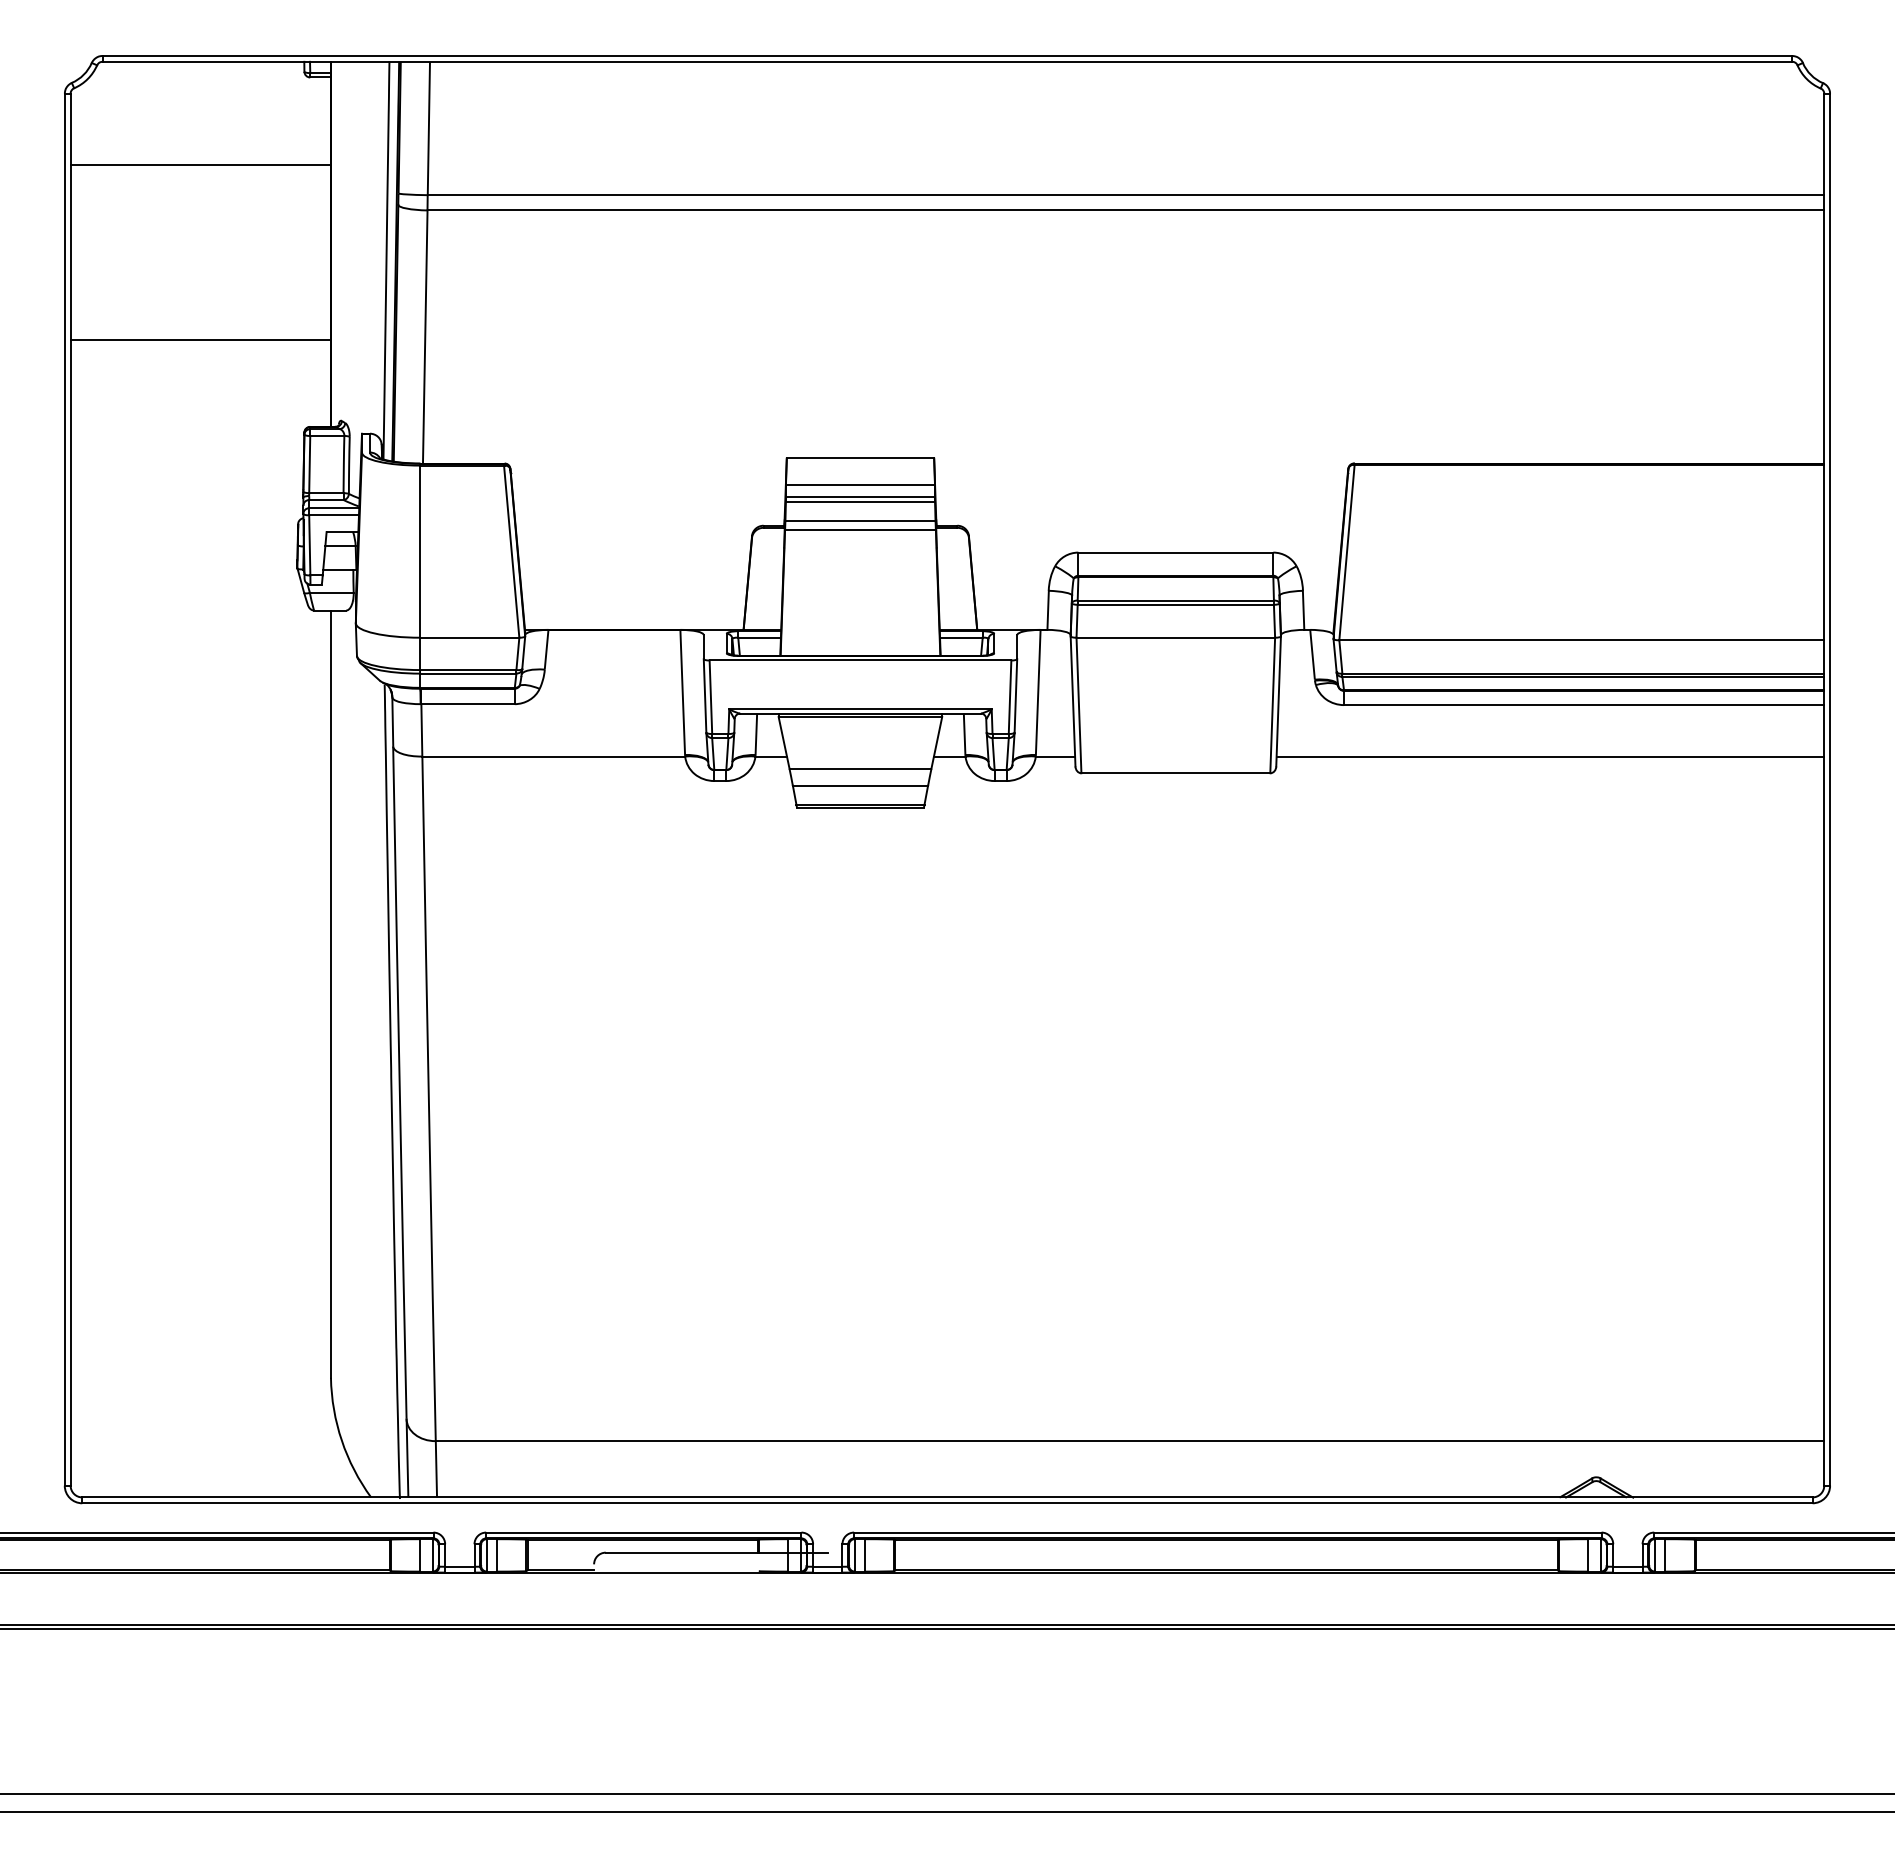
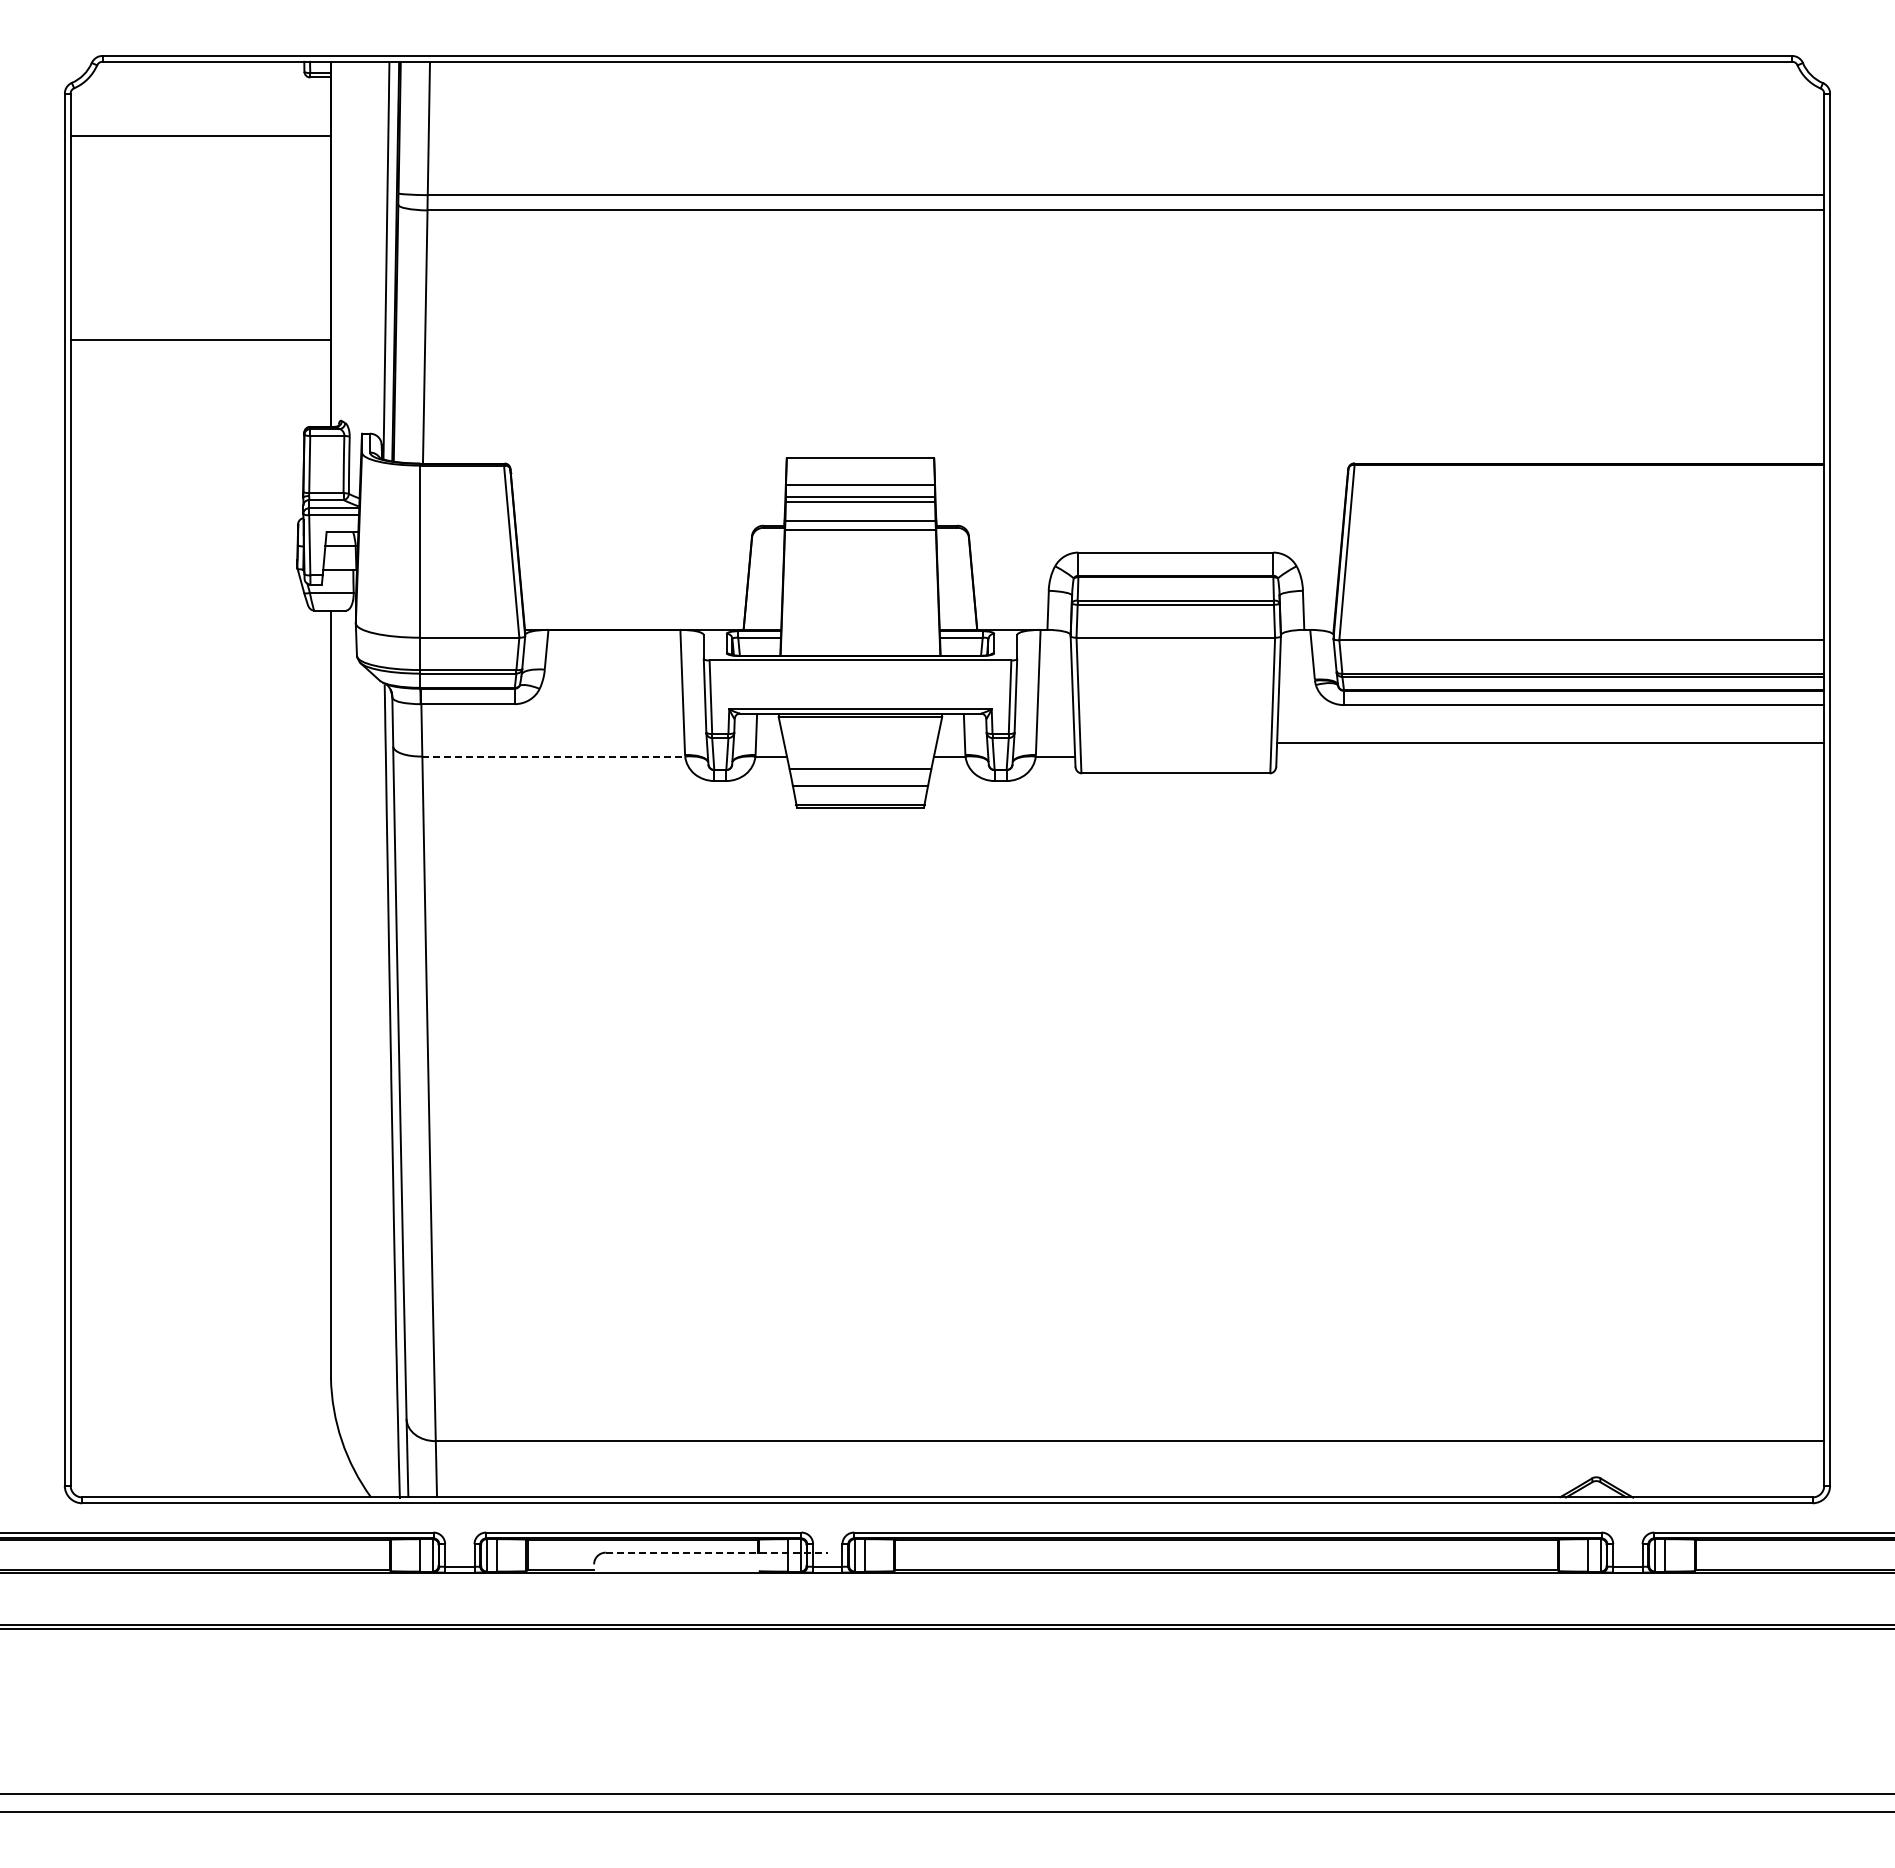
line at (200, 164) position: (200, 164) -> (200, 135)
line at (554, 756): solid -> dashed
line at (1550, 756) position: (1550, 756) -> (1550, 742)
line at (716, 1552): solid -> dashed
